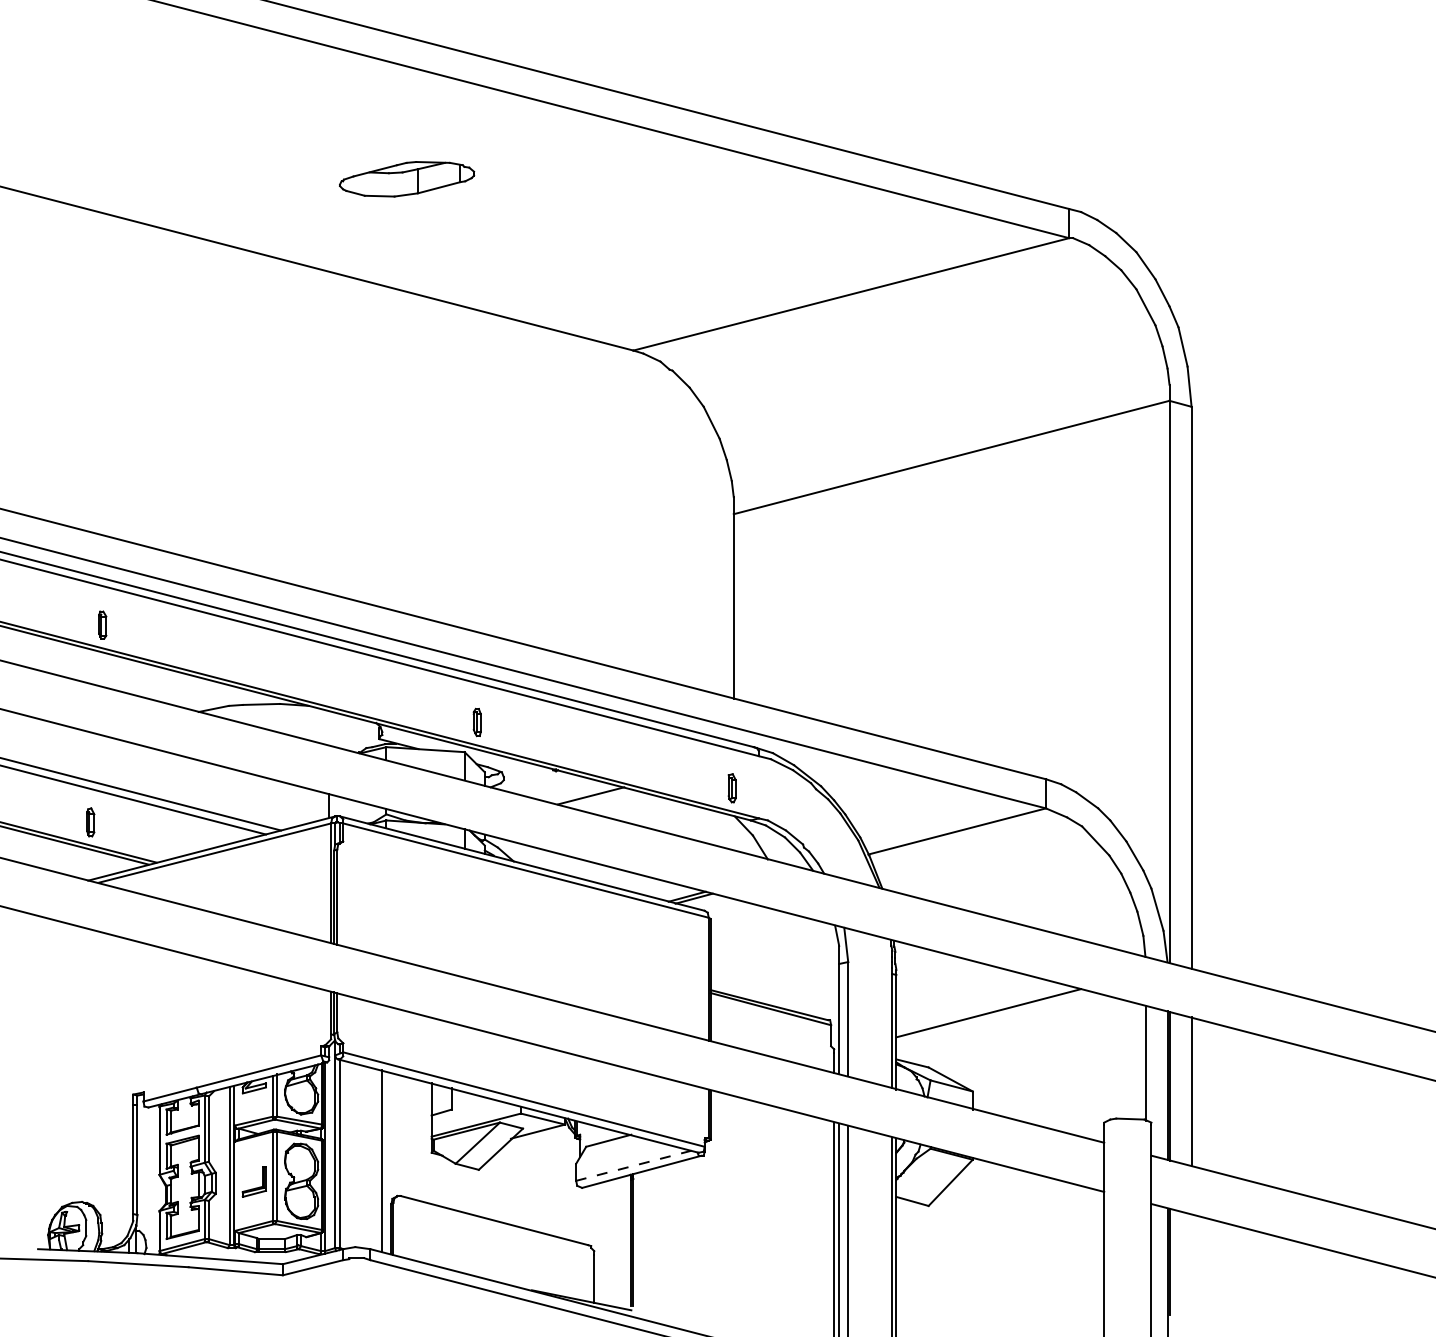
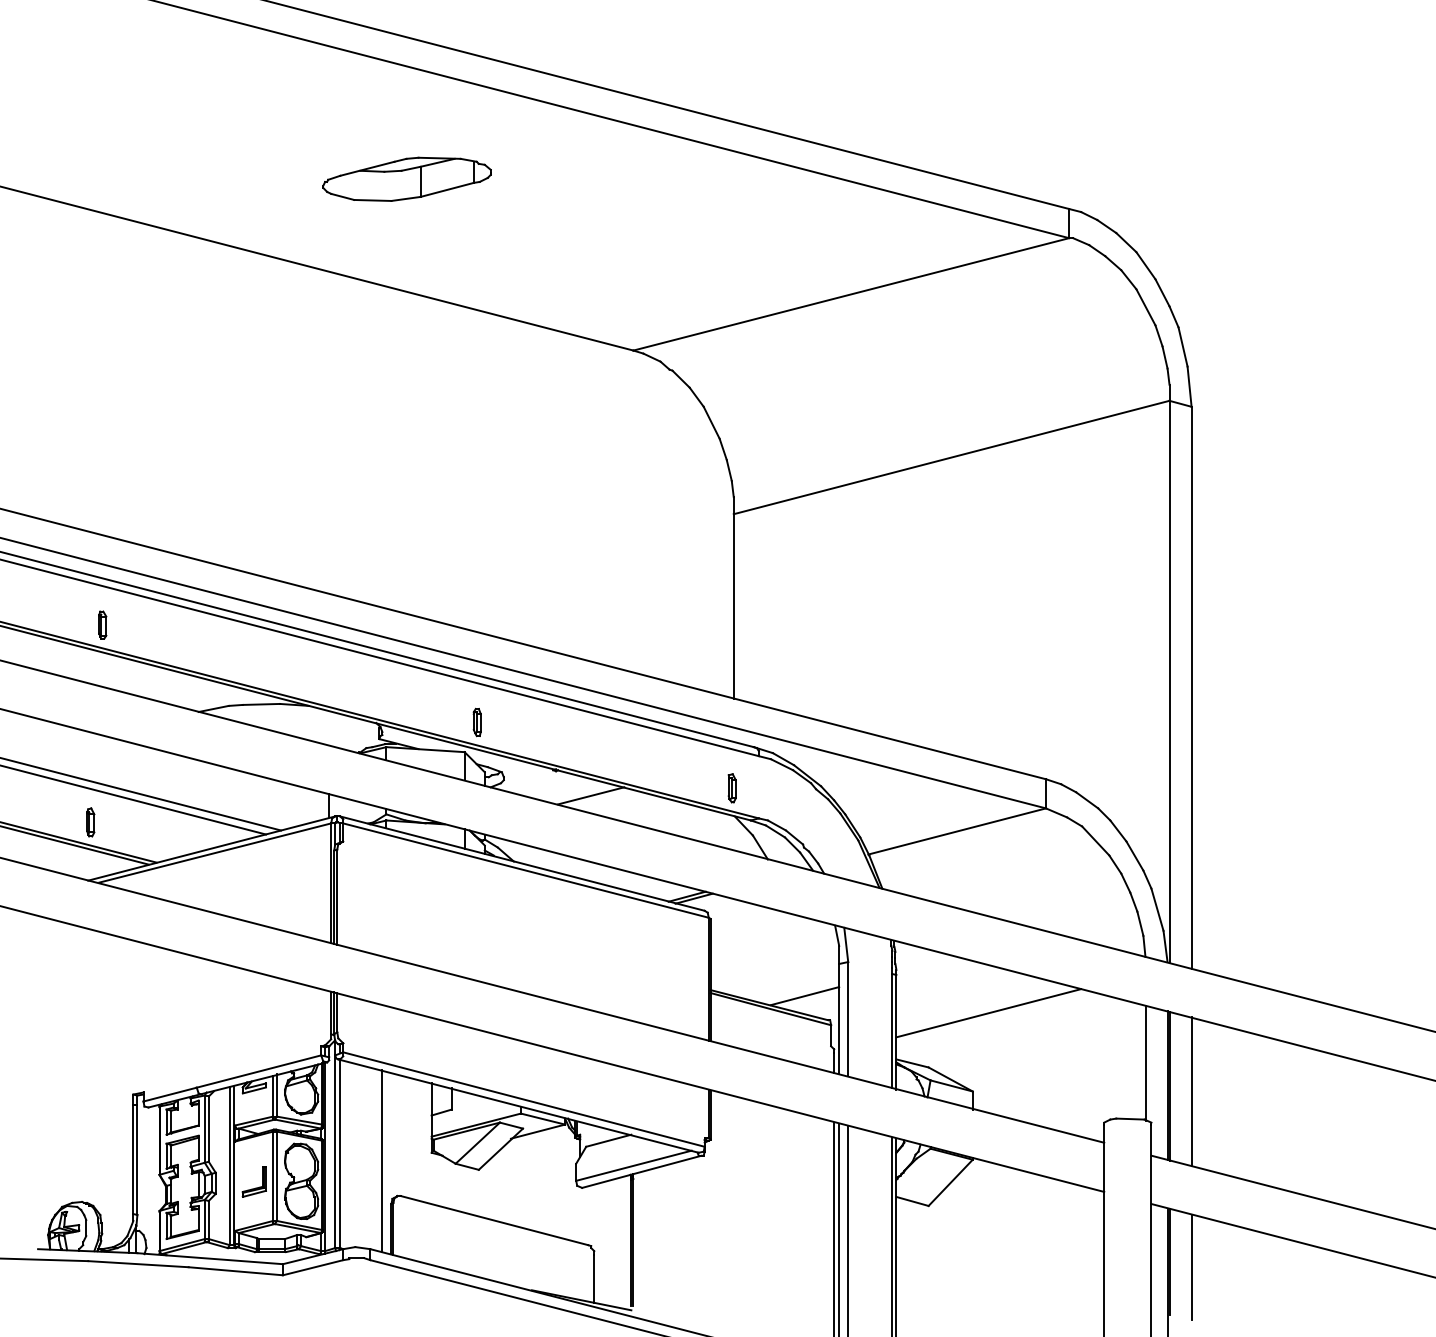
part at (407, 179) size: 137x37 px -> 170x46 px
line at (804, 996): none -> present
line at (633, 1165): dashed -> solid
line at (1191, 1267): none -> present
